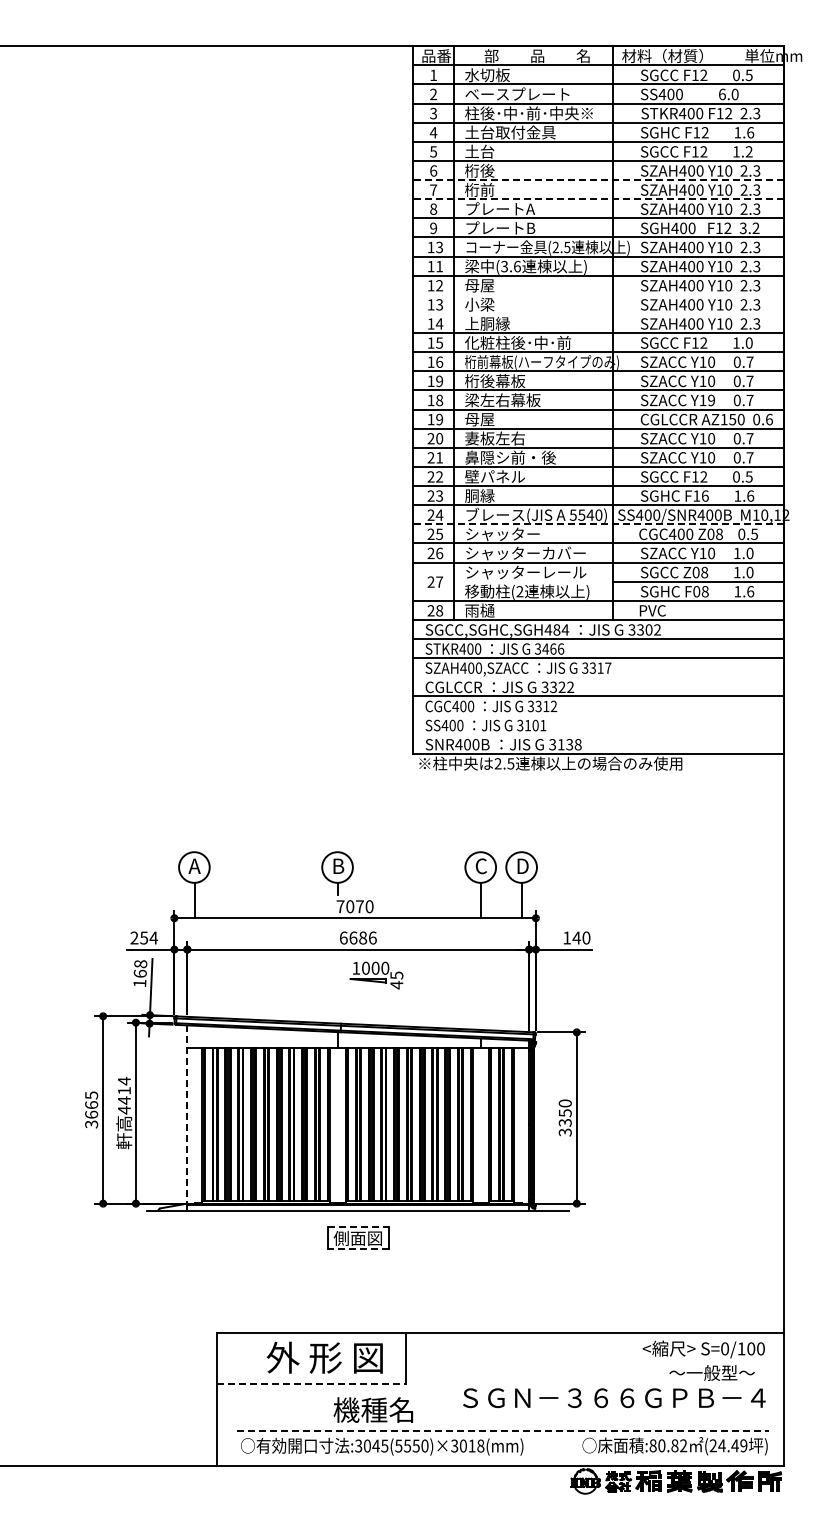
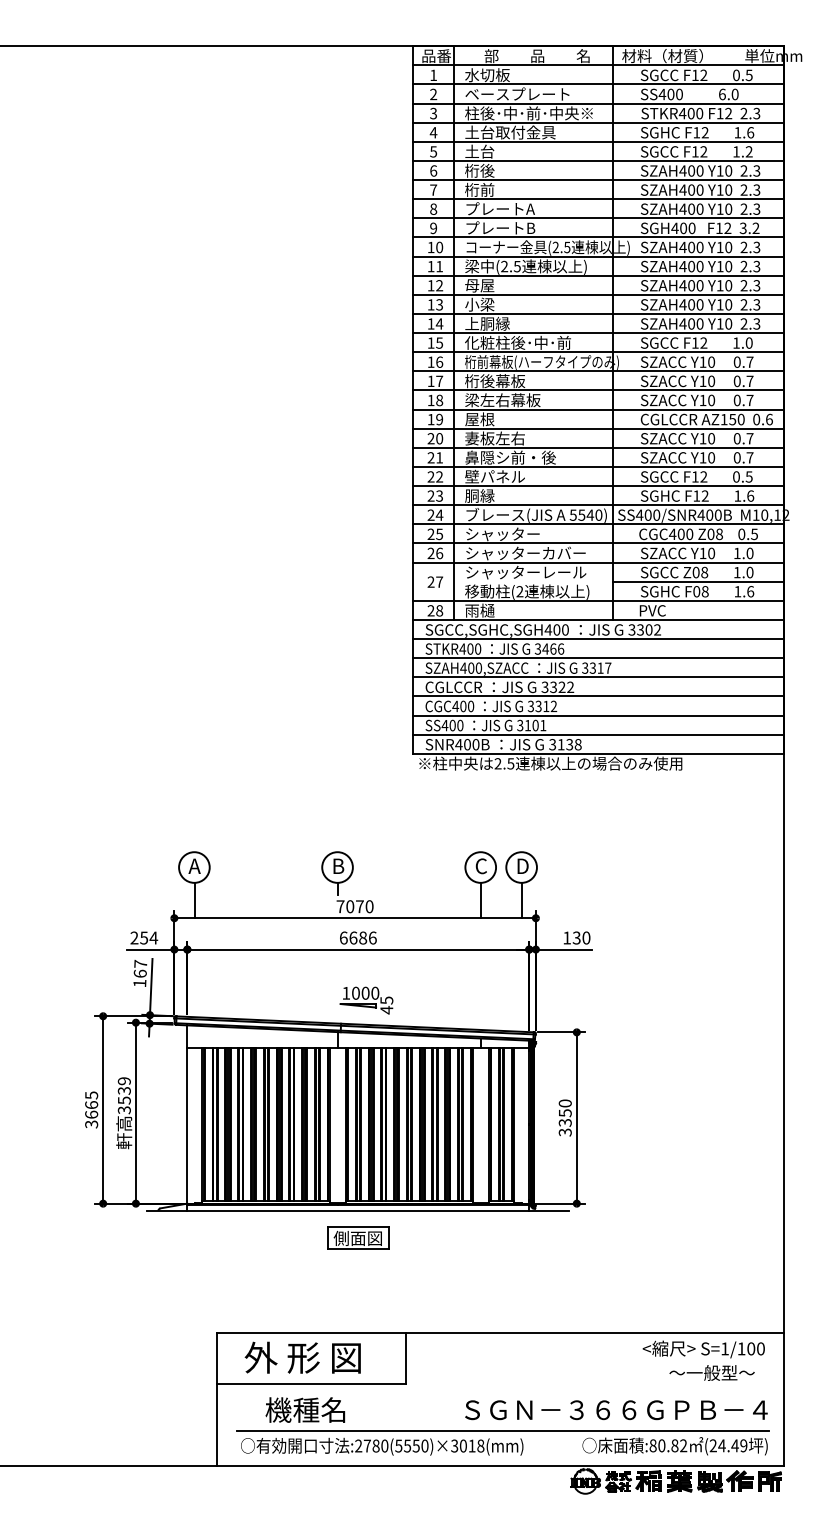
line at (598, 180): dashed -> solid
line at (598, 199): dashed -> solid
text at (439, 247): 13 -> 10
text at (510, 266): (3.6 -> (2.5
line at (598, 294): none -> present
line at (598, 313): none -> present
text at (439, 381): 19 -> 17
text at (711, 400): Y19 -> Y10
text at (479, 419): 母屋 -> 屋根
text at (704, 495): F16 -> F12
line at (598, 524): dashed -> solid
text at (561, 629): SGCC,SGHC,SGH484 -> SGCC,SGHC,SGH400
line at (598, 677): none -> present
line at (598, 715): none -> present
line at (598, 734): none -> present
text at (576, 937): 140 -> 130
text at (140, 963): 168 -> 167
part at (376, 975) position: (376, 975) -> (366, 1000)
text at (123, 1095): 4414 -> 3539
line at (187, 1115): dashed -> solid
line at (358, 1227): dashed -> solid
line at (358, 1249): dashed -> solid
text at (724, 1348): S=0/100 -> S=1/100
text at (324, 1357) position: (324, 1357) -> (302, 1357)
line at (311, 1384): dashed -> solid
text at (614, 1398) position: (614, 1398) -> (616, 1410)
text at (373, 1409) position: (373, 1409) -> (305, 1409)
line at (503, 1430): dashed -> solid
text at (371, 1445): :3045(5550)×3018(mm) -> :2780(5550)×3018(mm)
